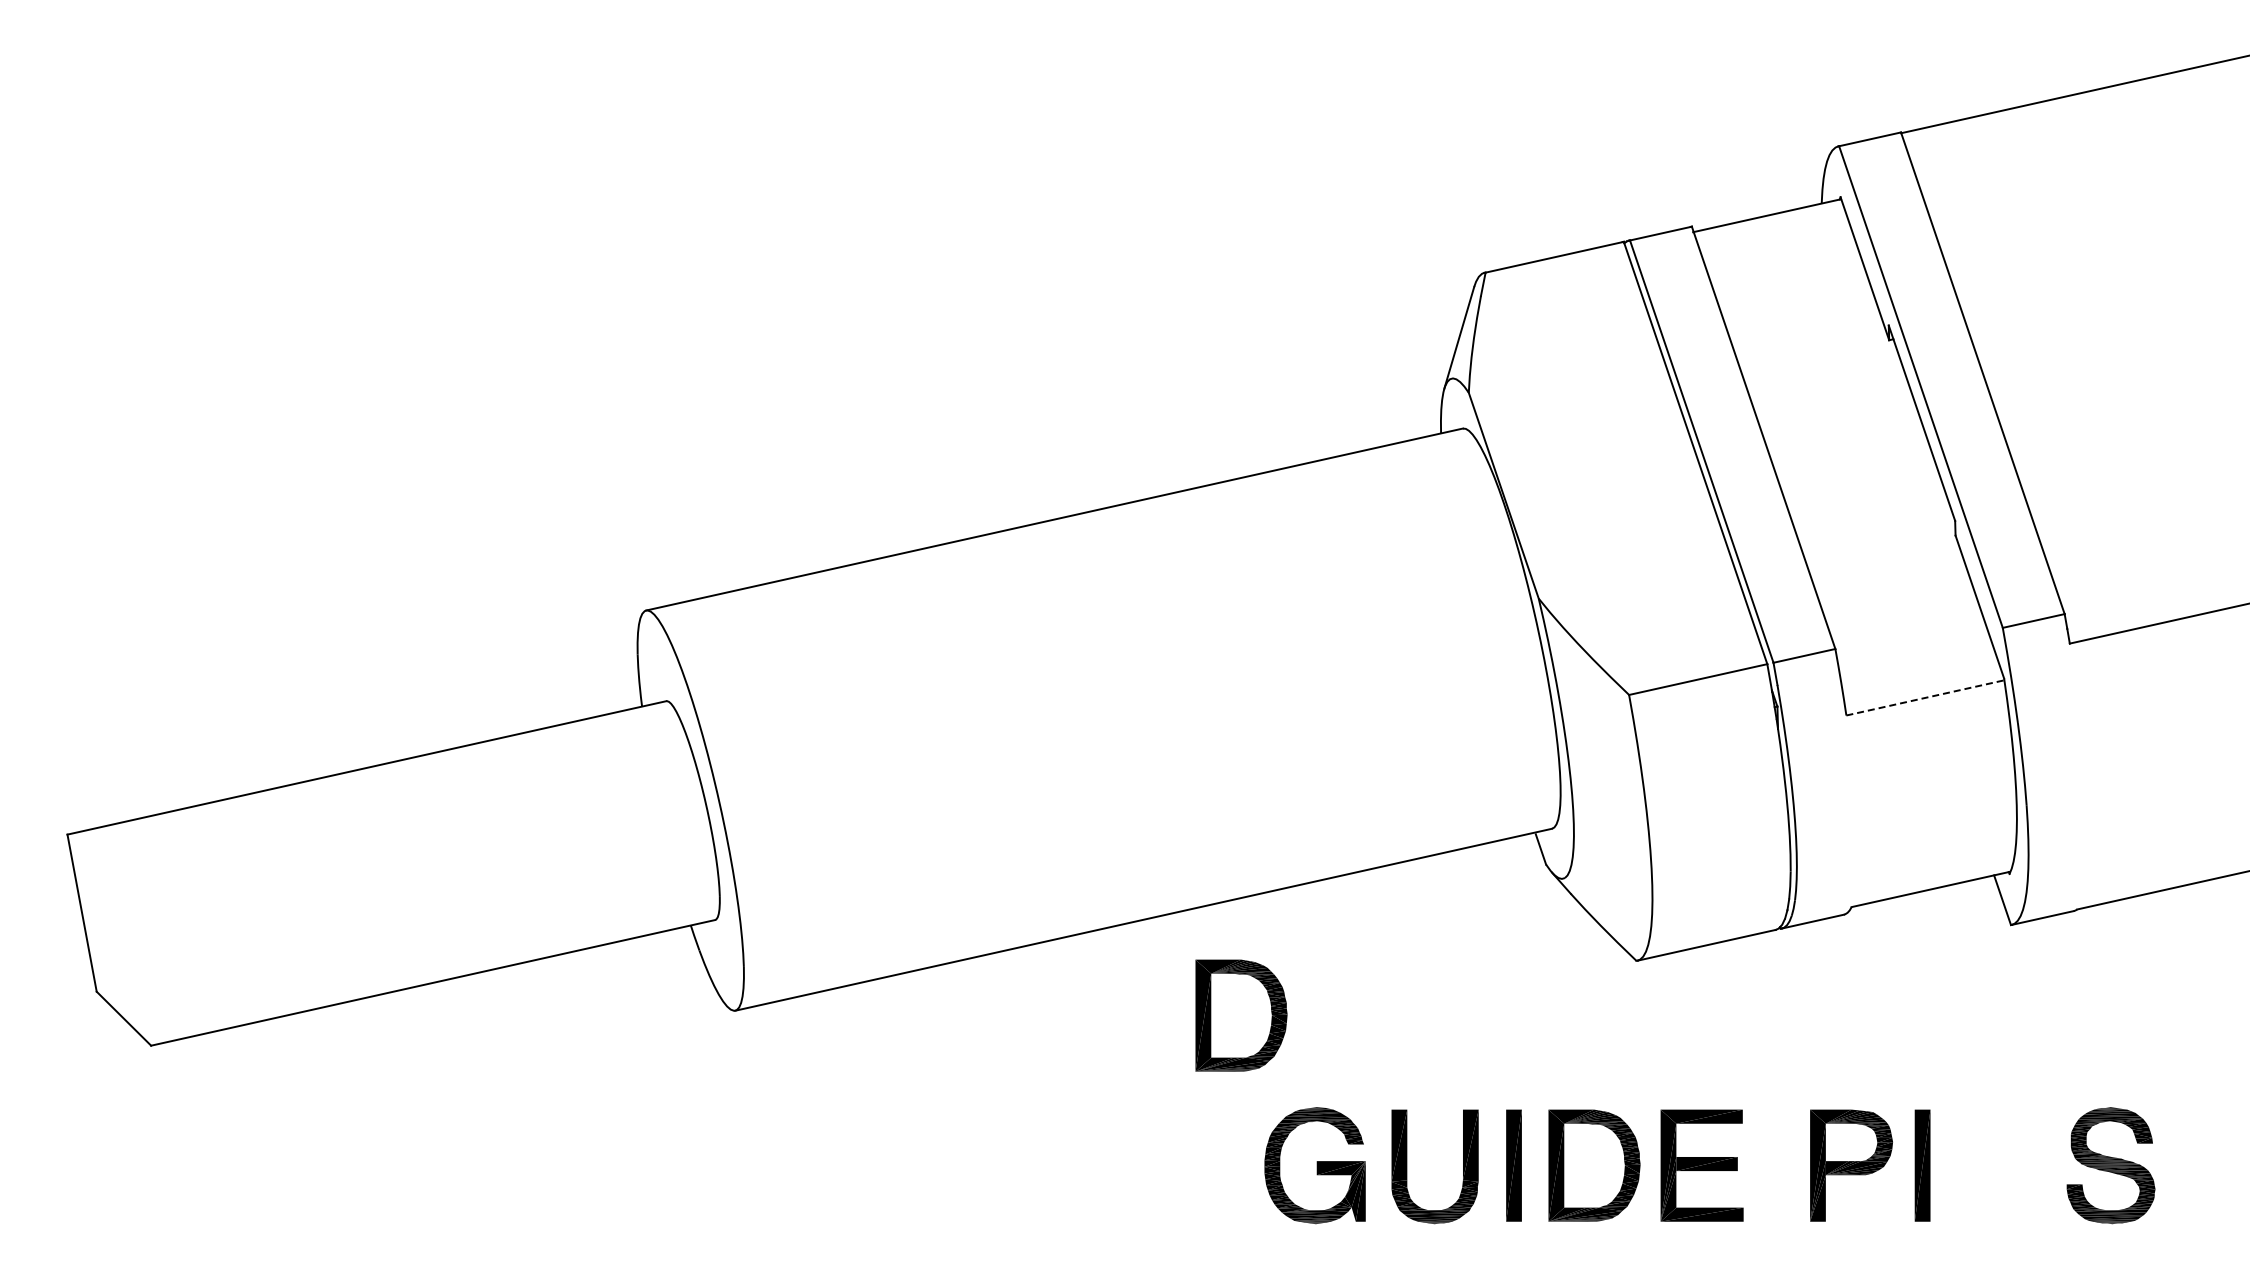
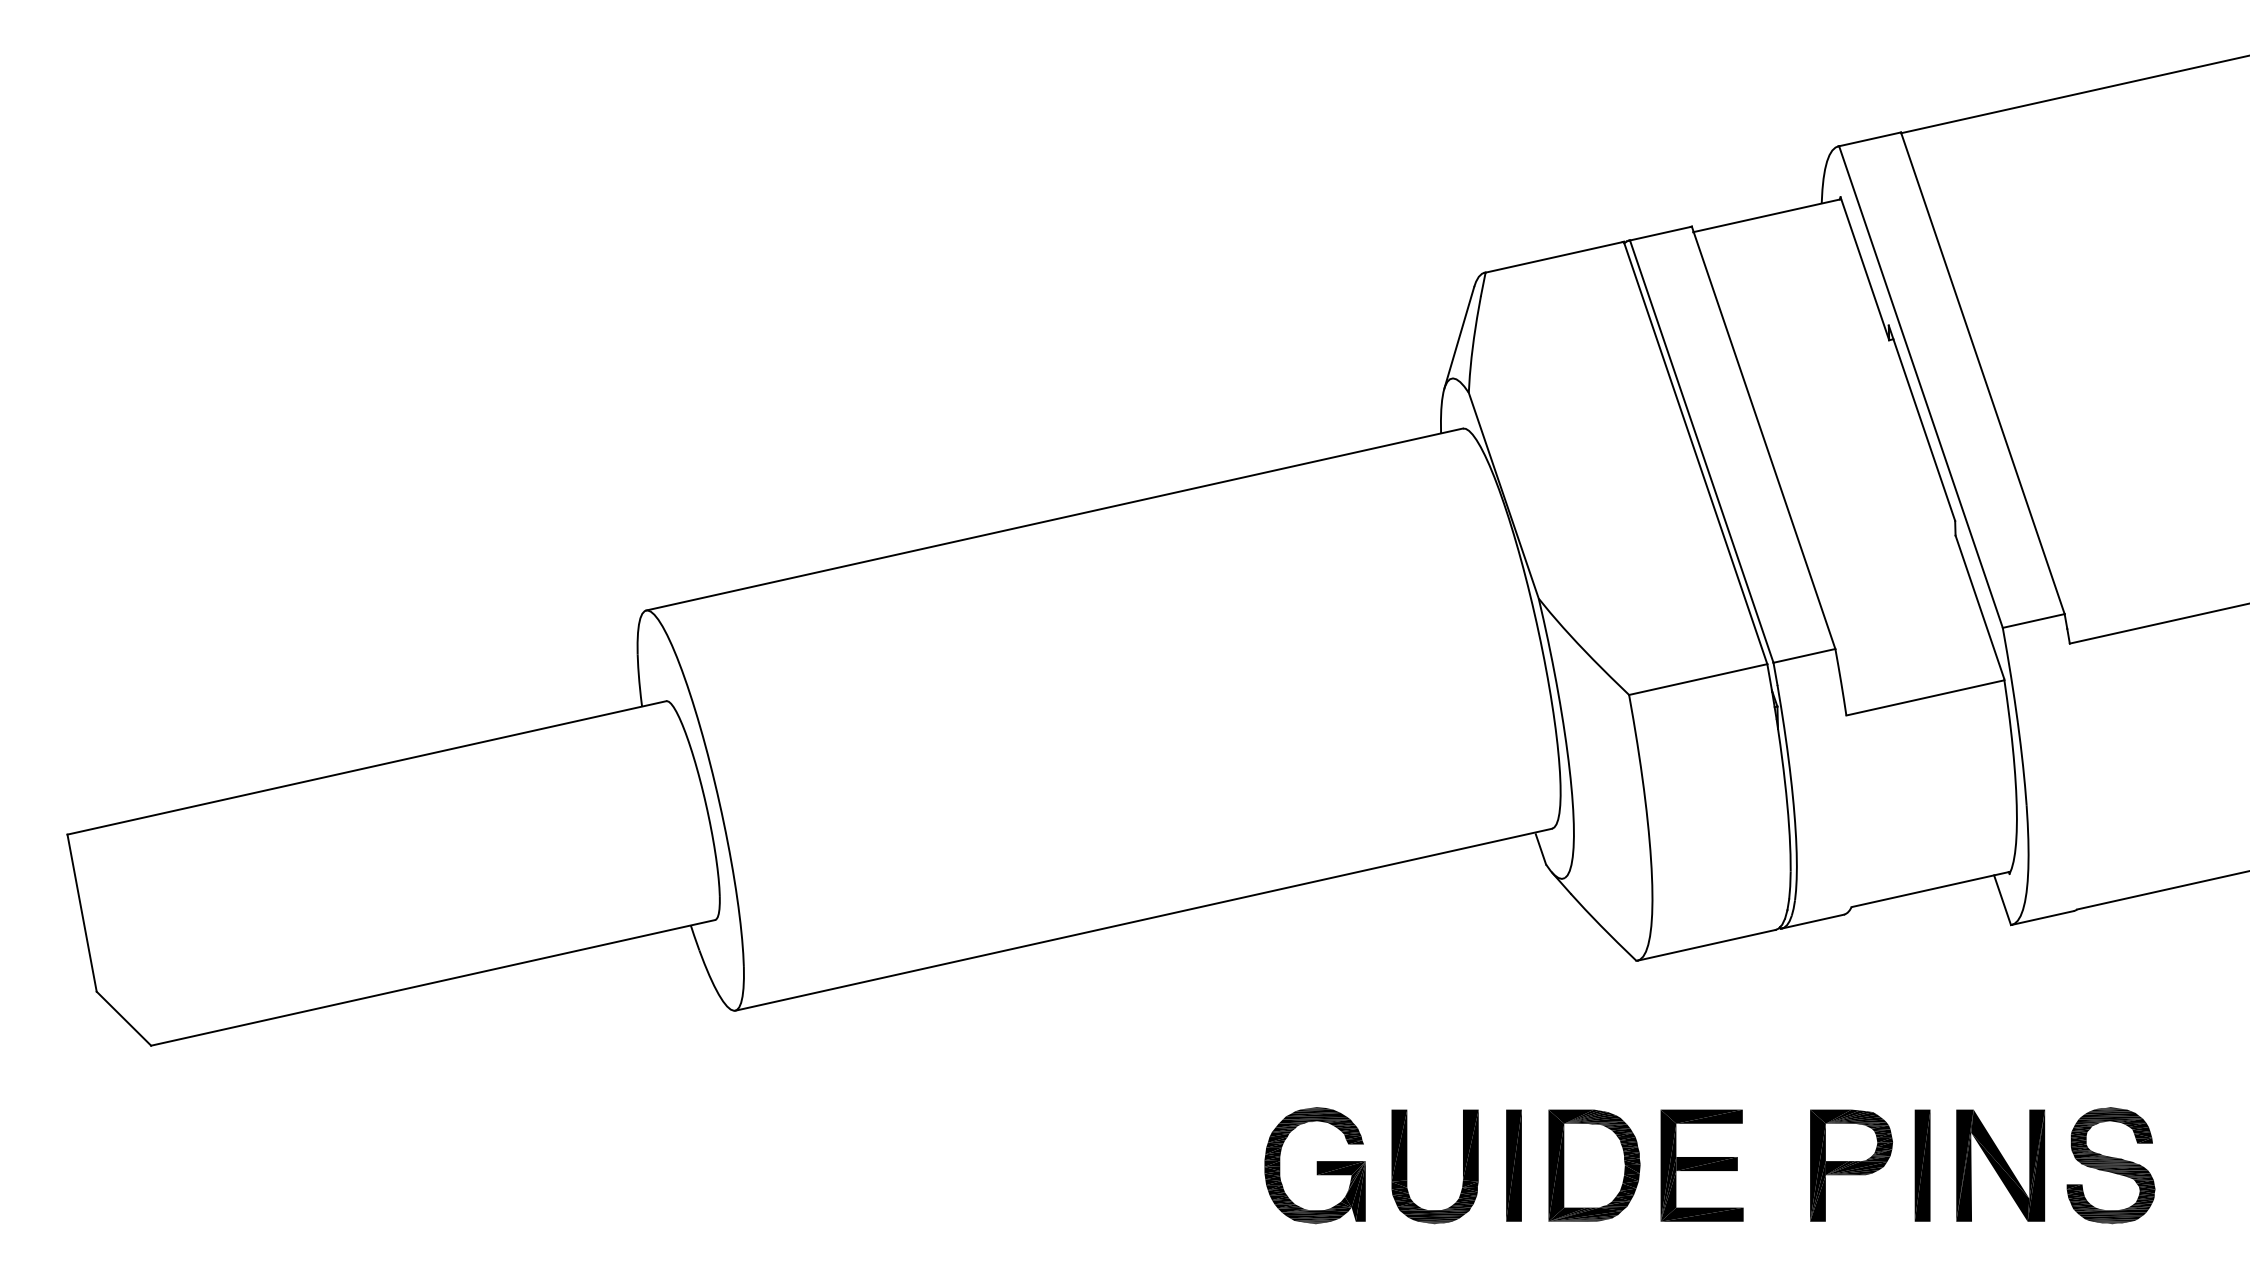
line at (1925, 697): dashed -> solid
part at (1241, 1015): present -> none
part at (2000, 1165): none -> present
